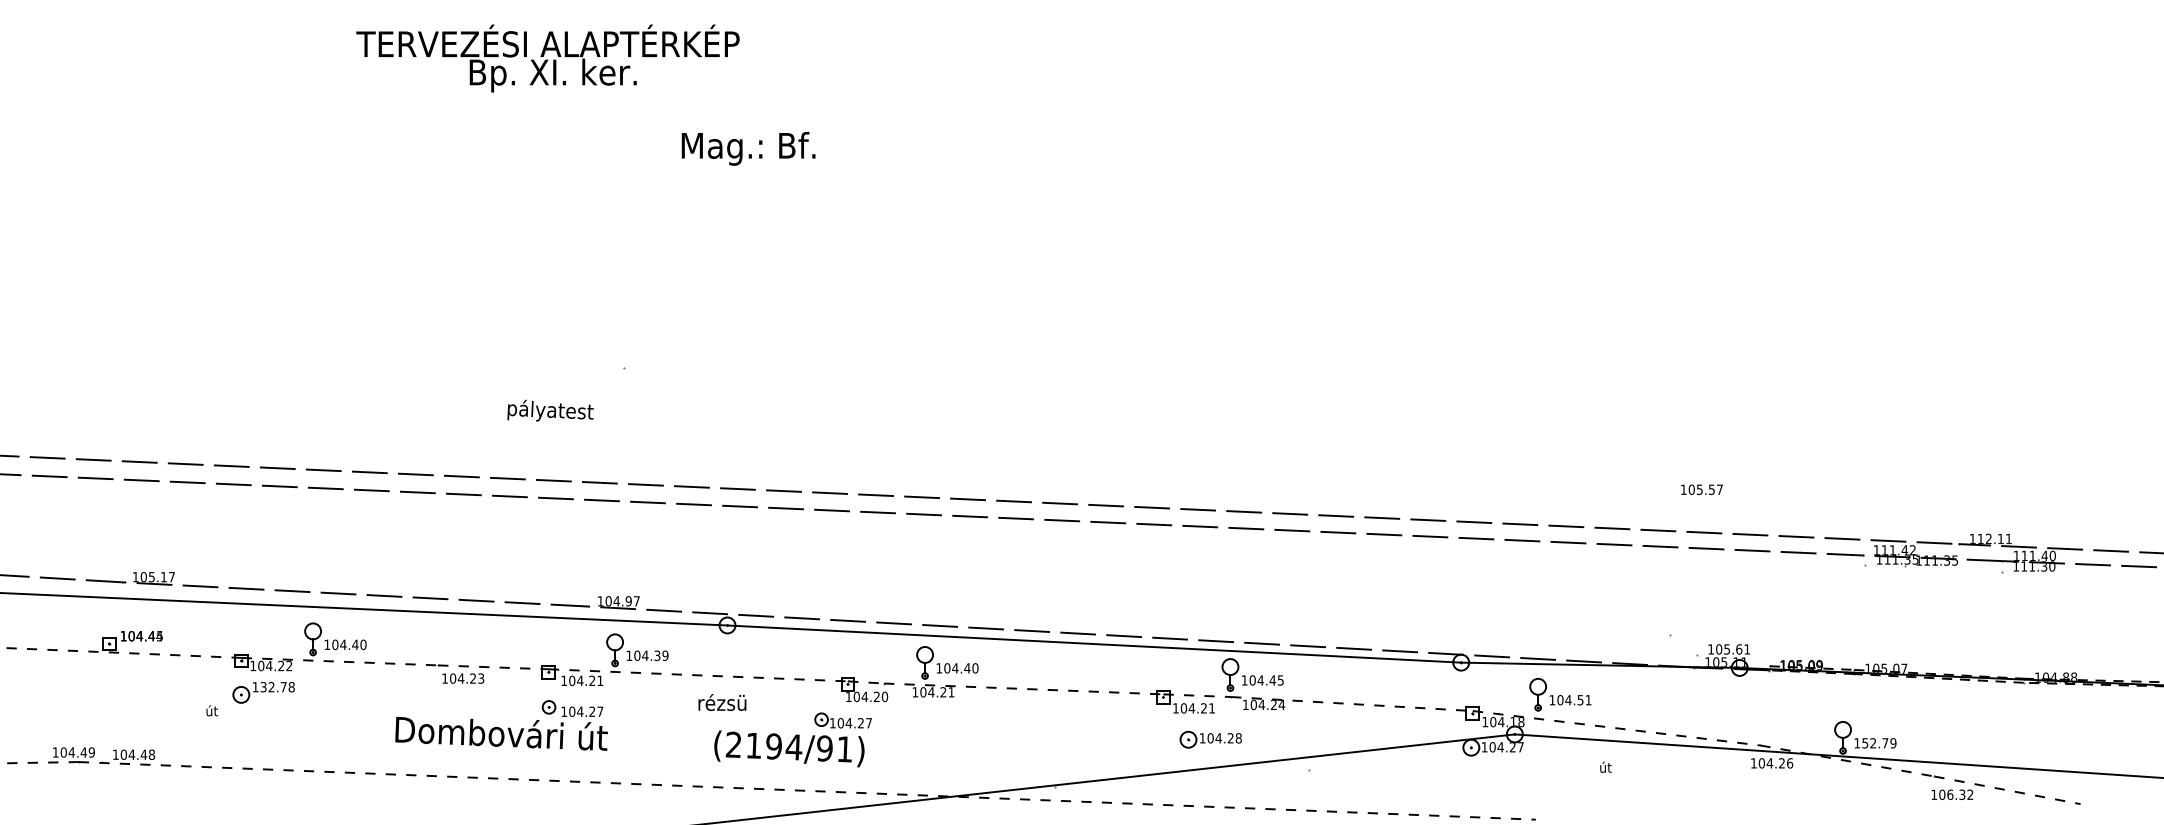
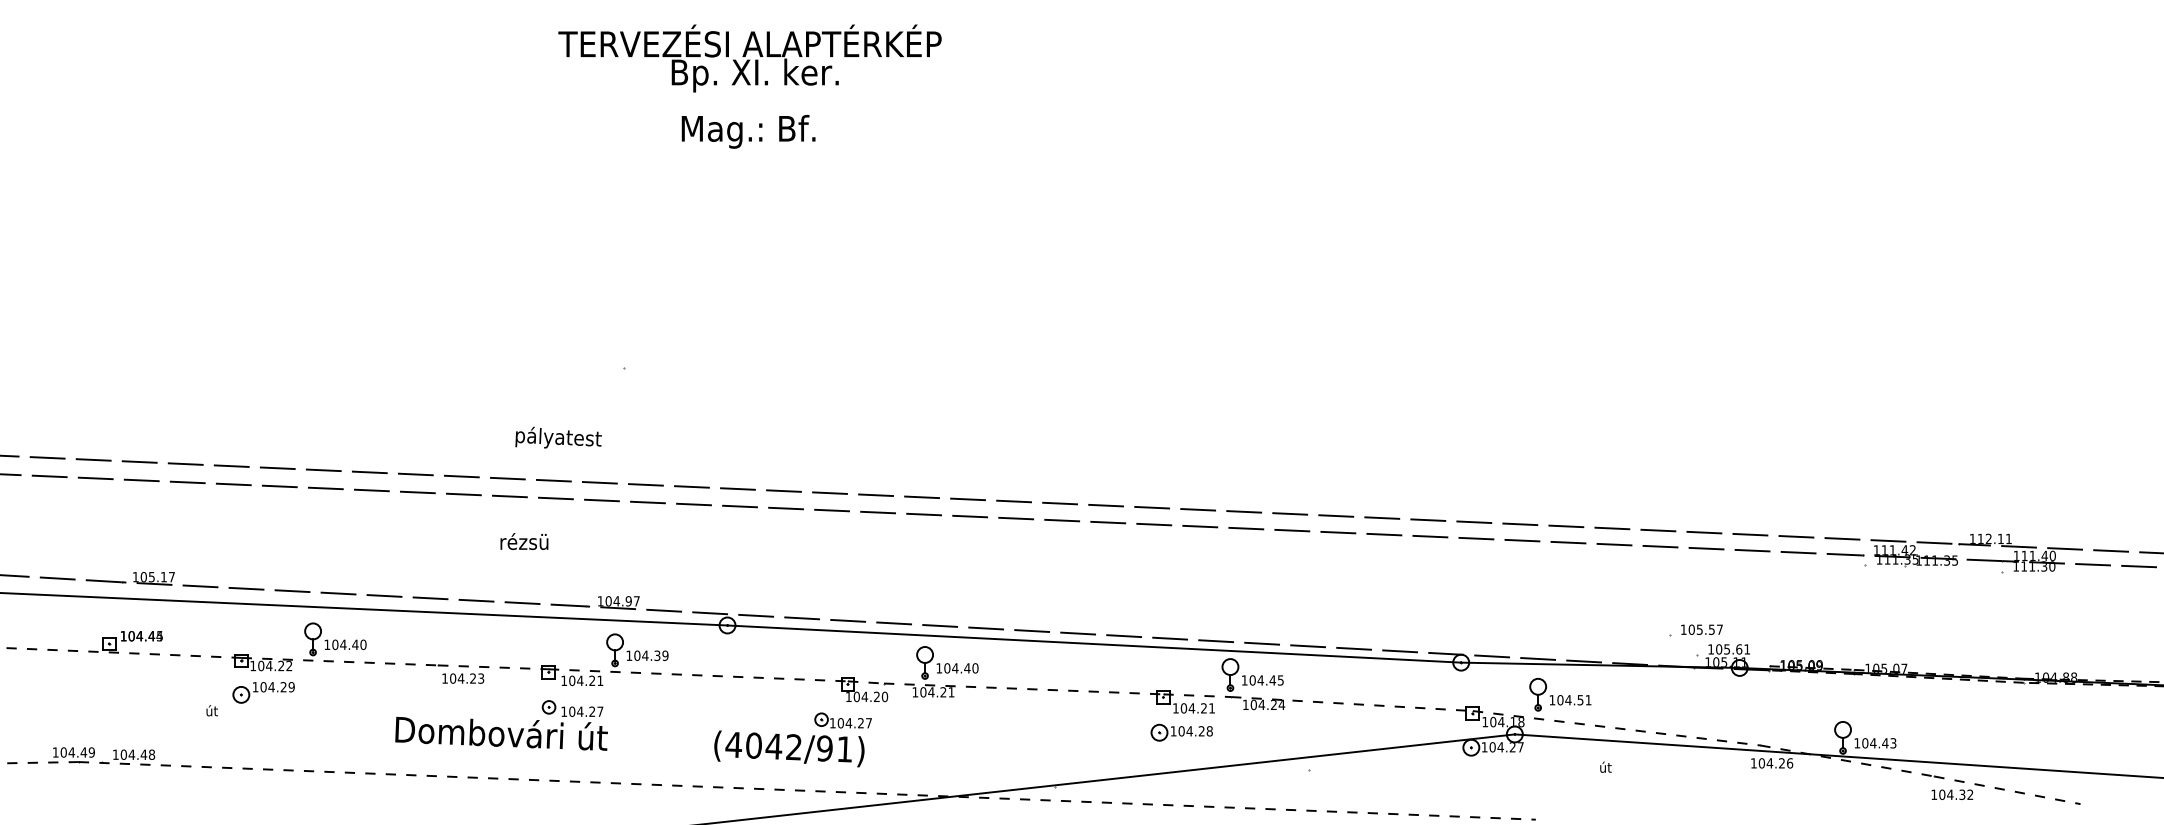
text at (547, 58) position: (547, 58) -> (749, 58)
text at (748, 148) position: (748, 148) -> (748, 131)
text at (550, 410) position: (550, 410) -> (558, 437)
text at (1701, 489) position: (1701, 489) -> (1701, 629)
text at (277, 687): 132.78 -> 104.29
text at (722, 702) position: (722, 702) -> (524, 541)
part at (1210, 739) position: (1210, 739) -> (1181, 732)
text at (1879, 743): 152.79 -> 104.43
text at (763, 745): (2194/91) -> (4042/91)
text at (1950, 794): 106.32 -> 104.32
